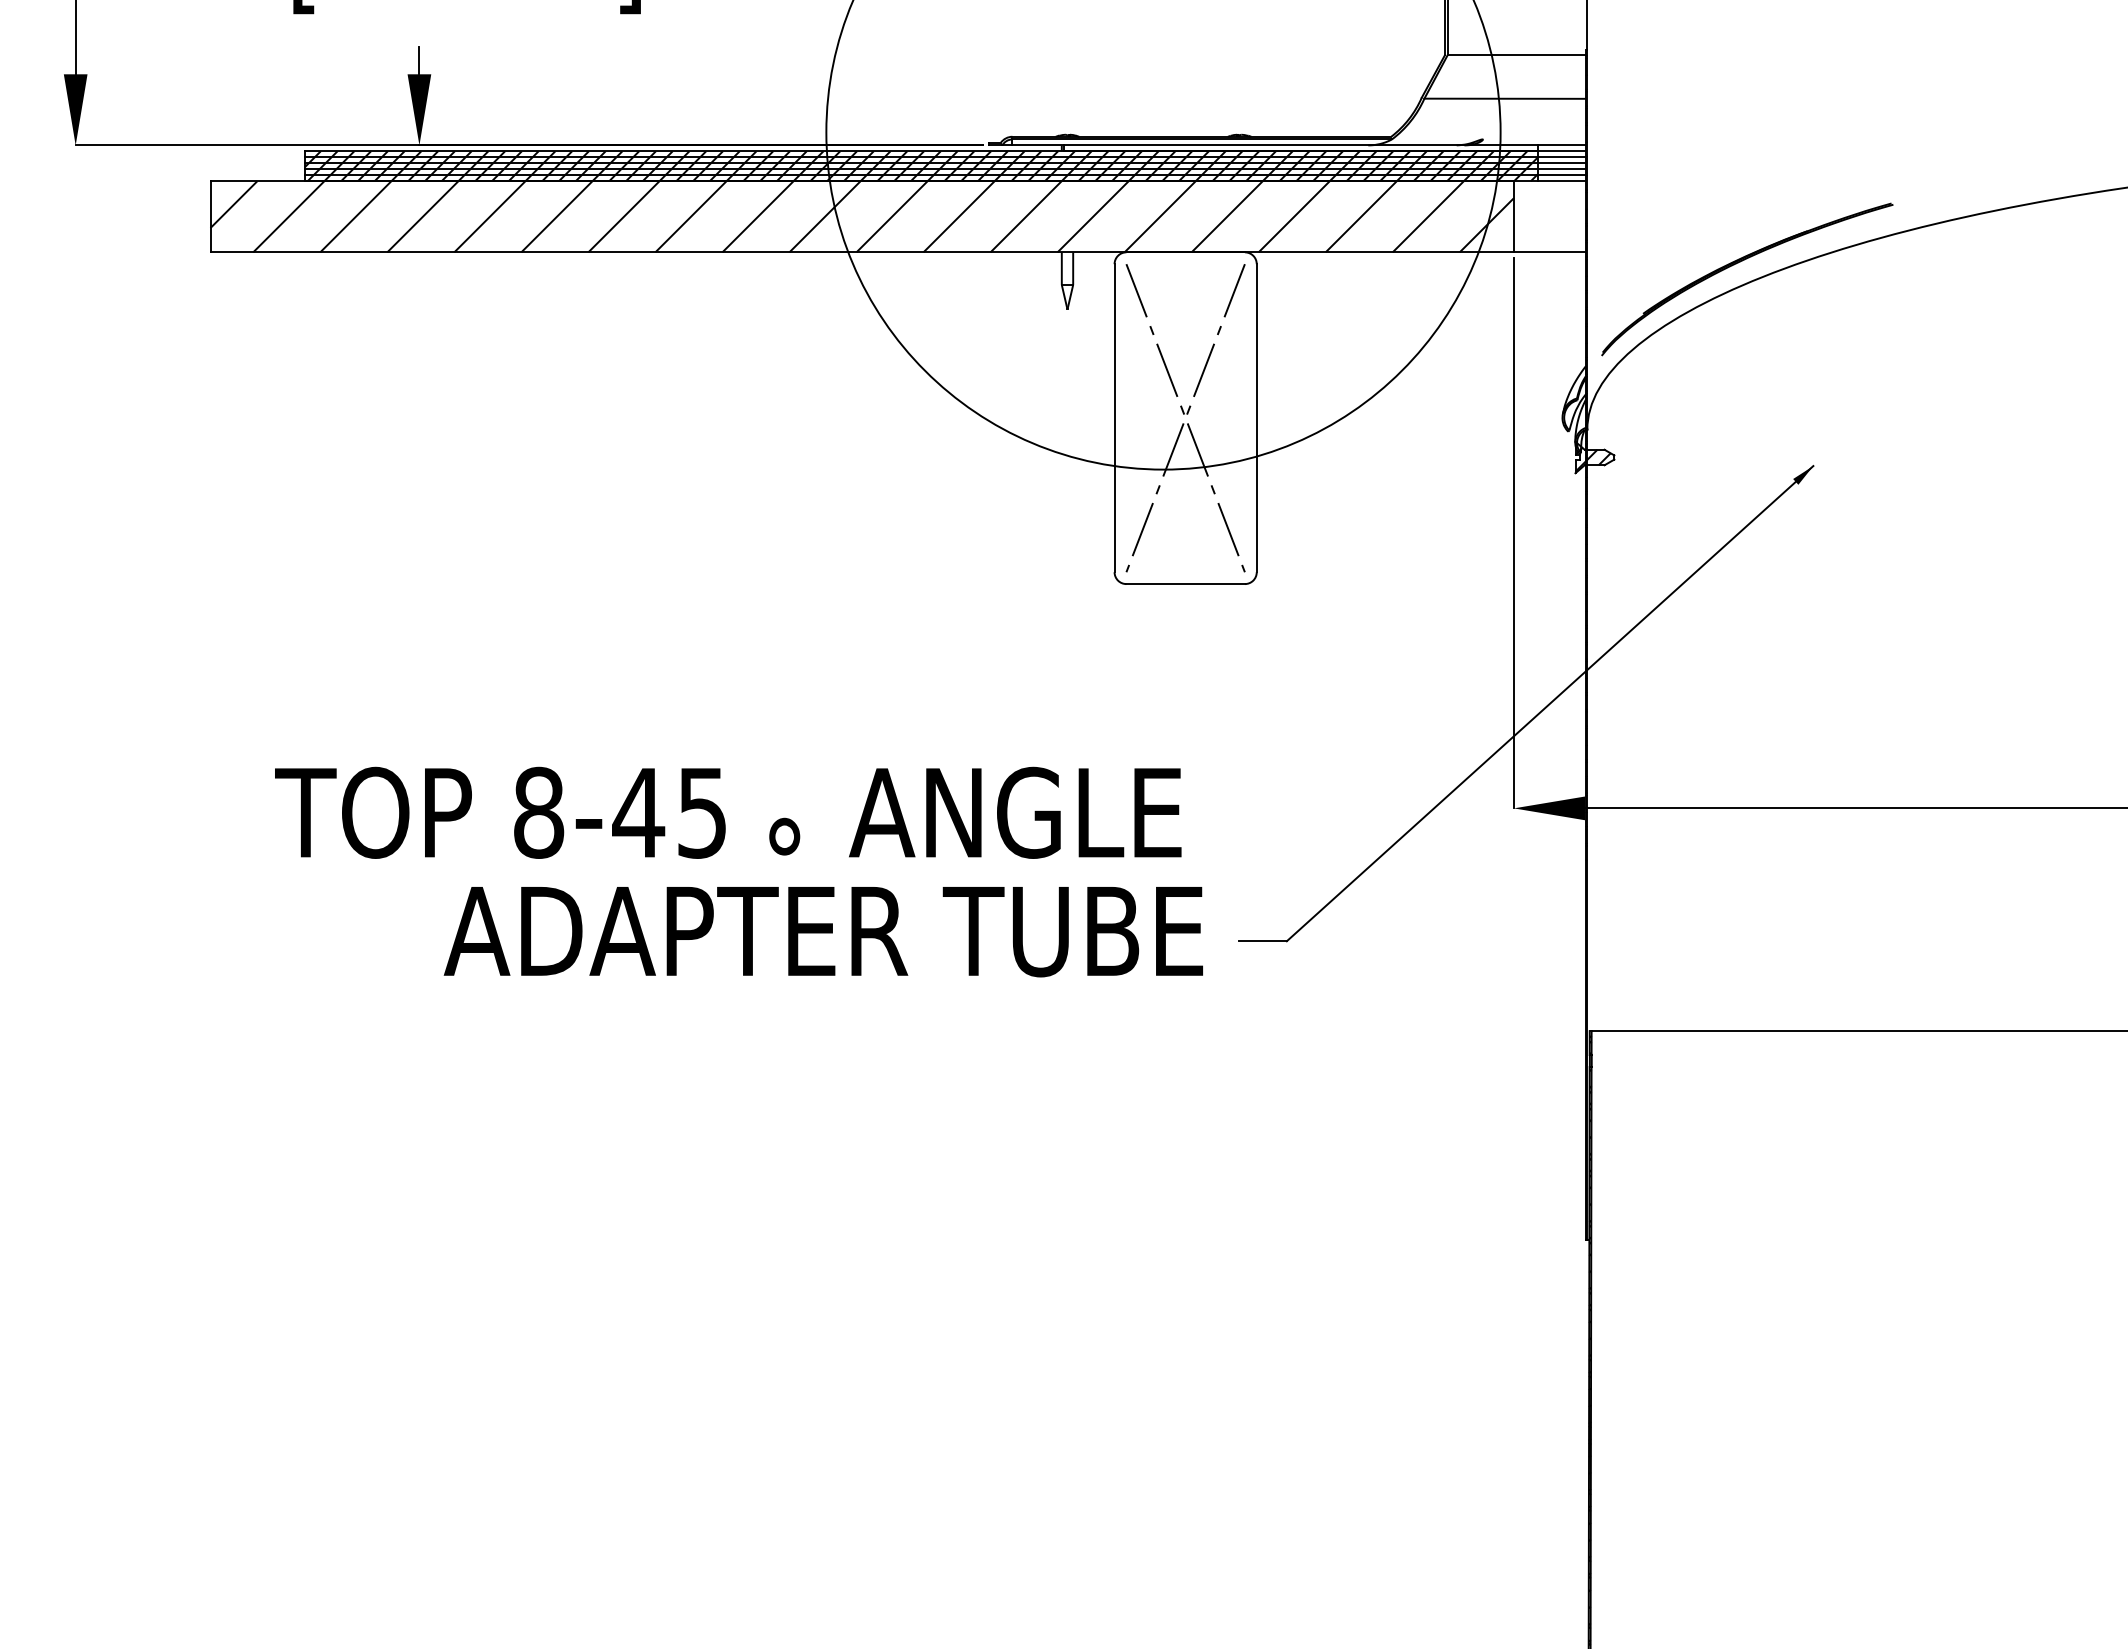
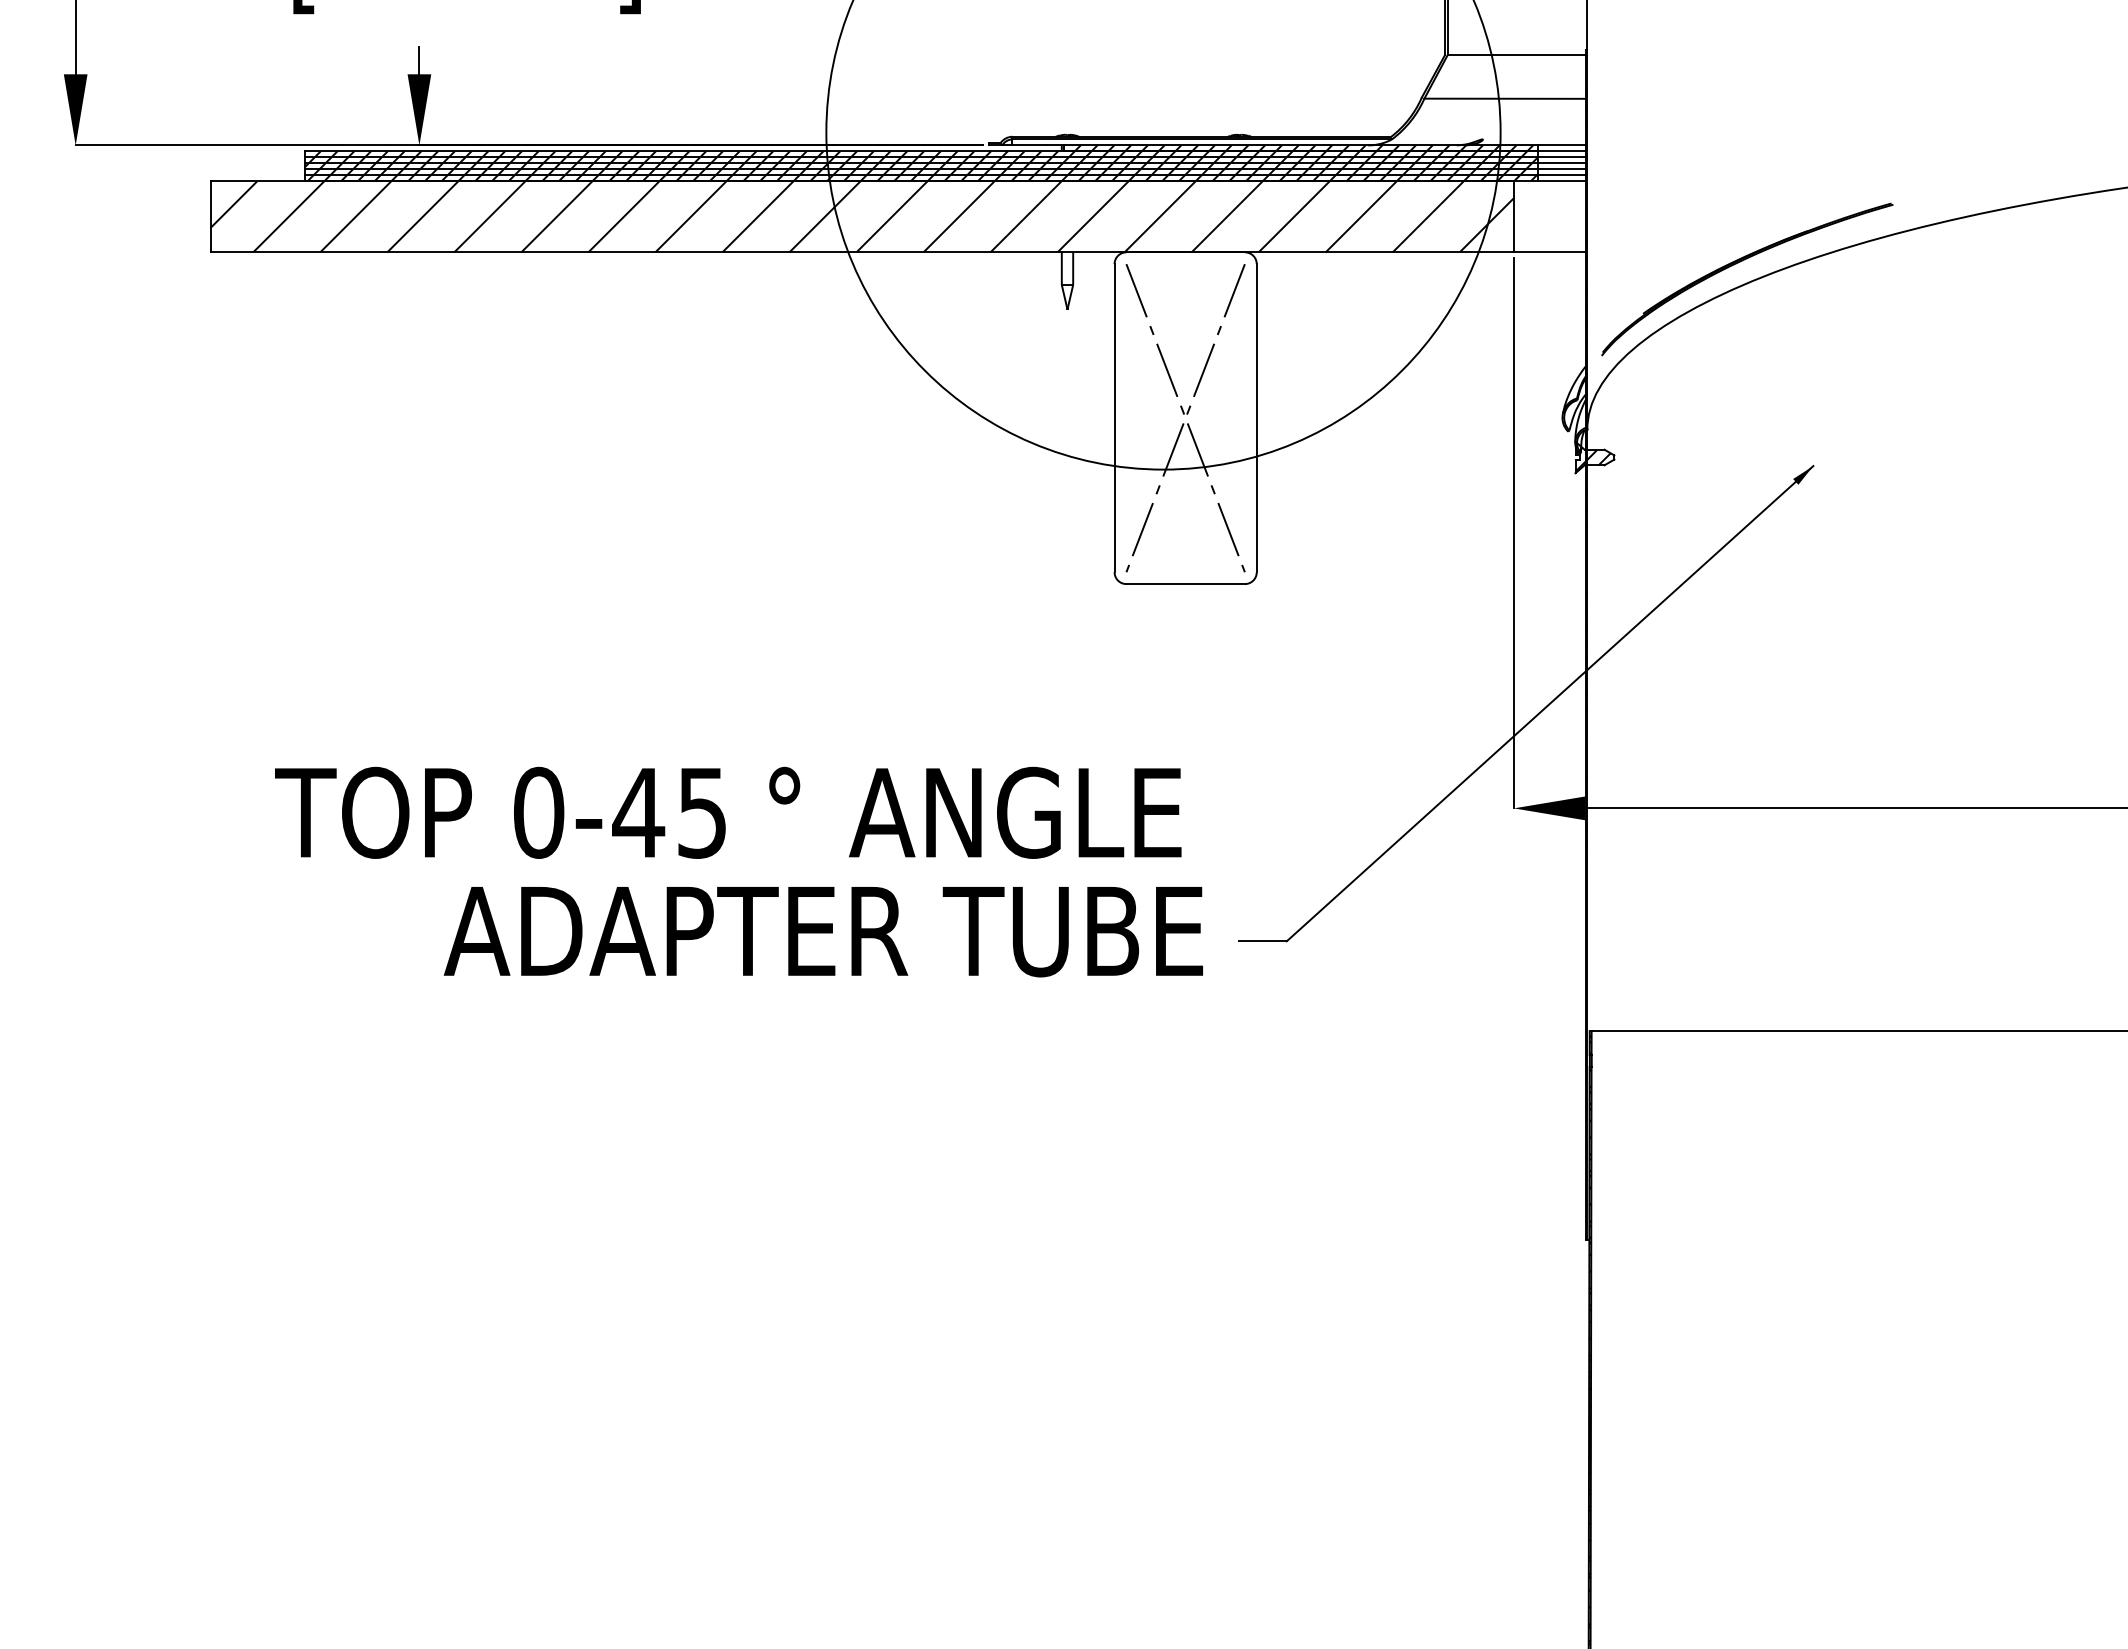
hatch at (1298, 148): none -> present
text at (539, 812): 8-45 -> 0-45
text at (784, 836) position: (784, 836) -> (784, 785)
